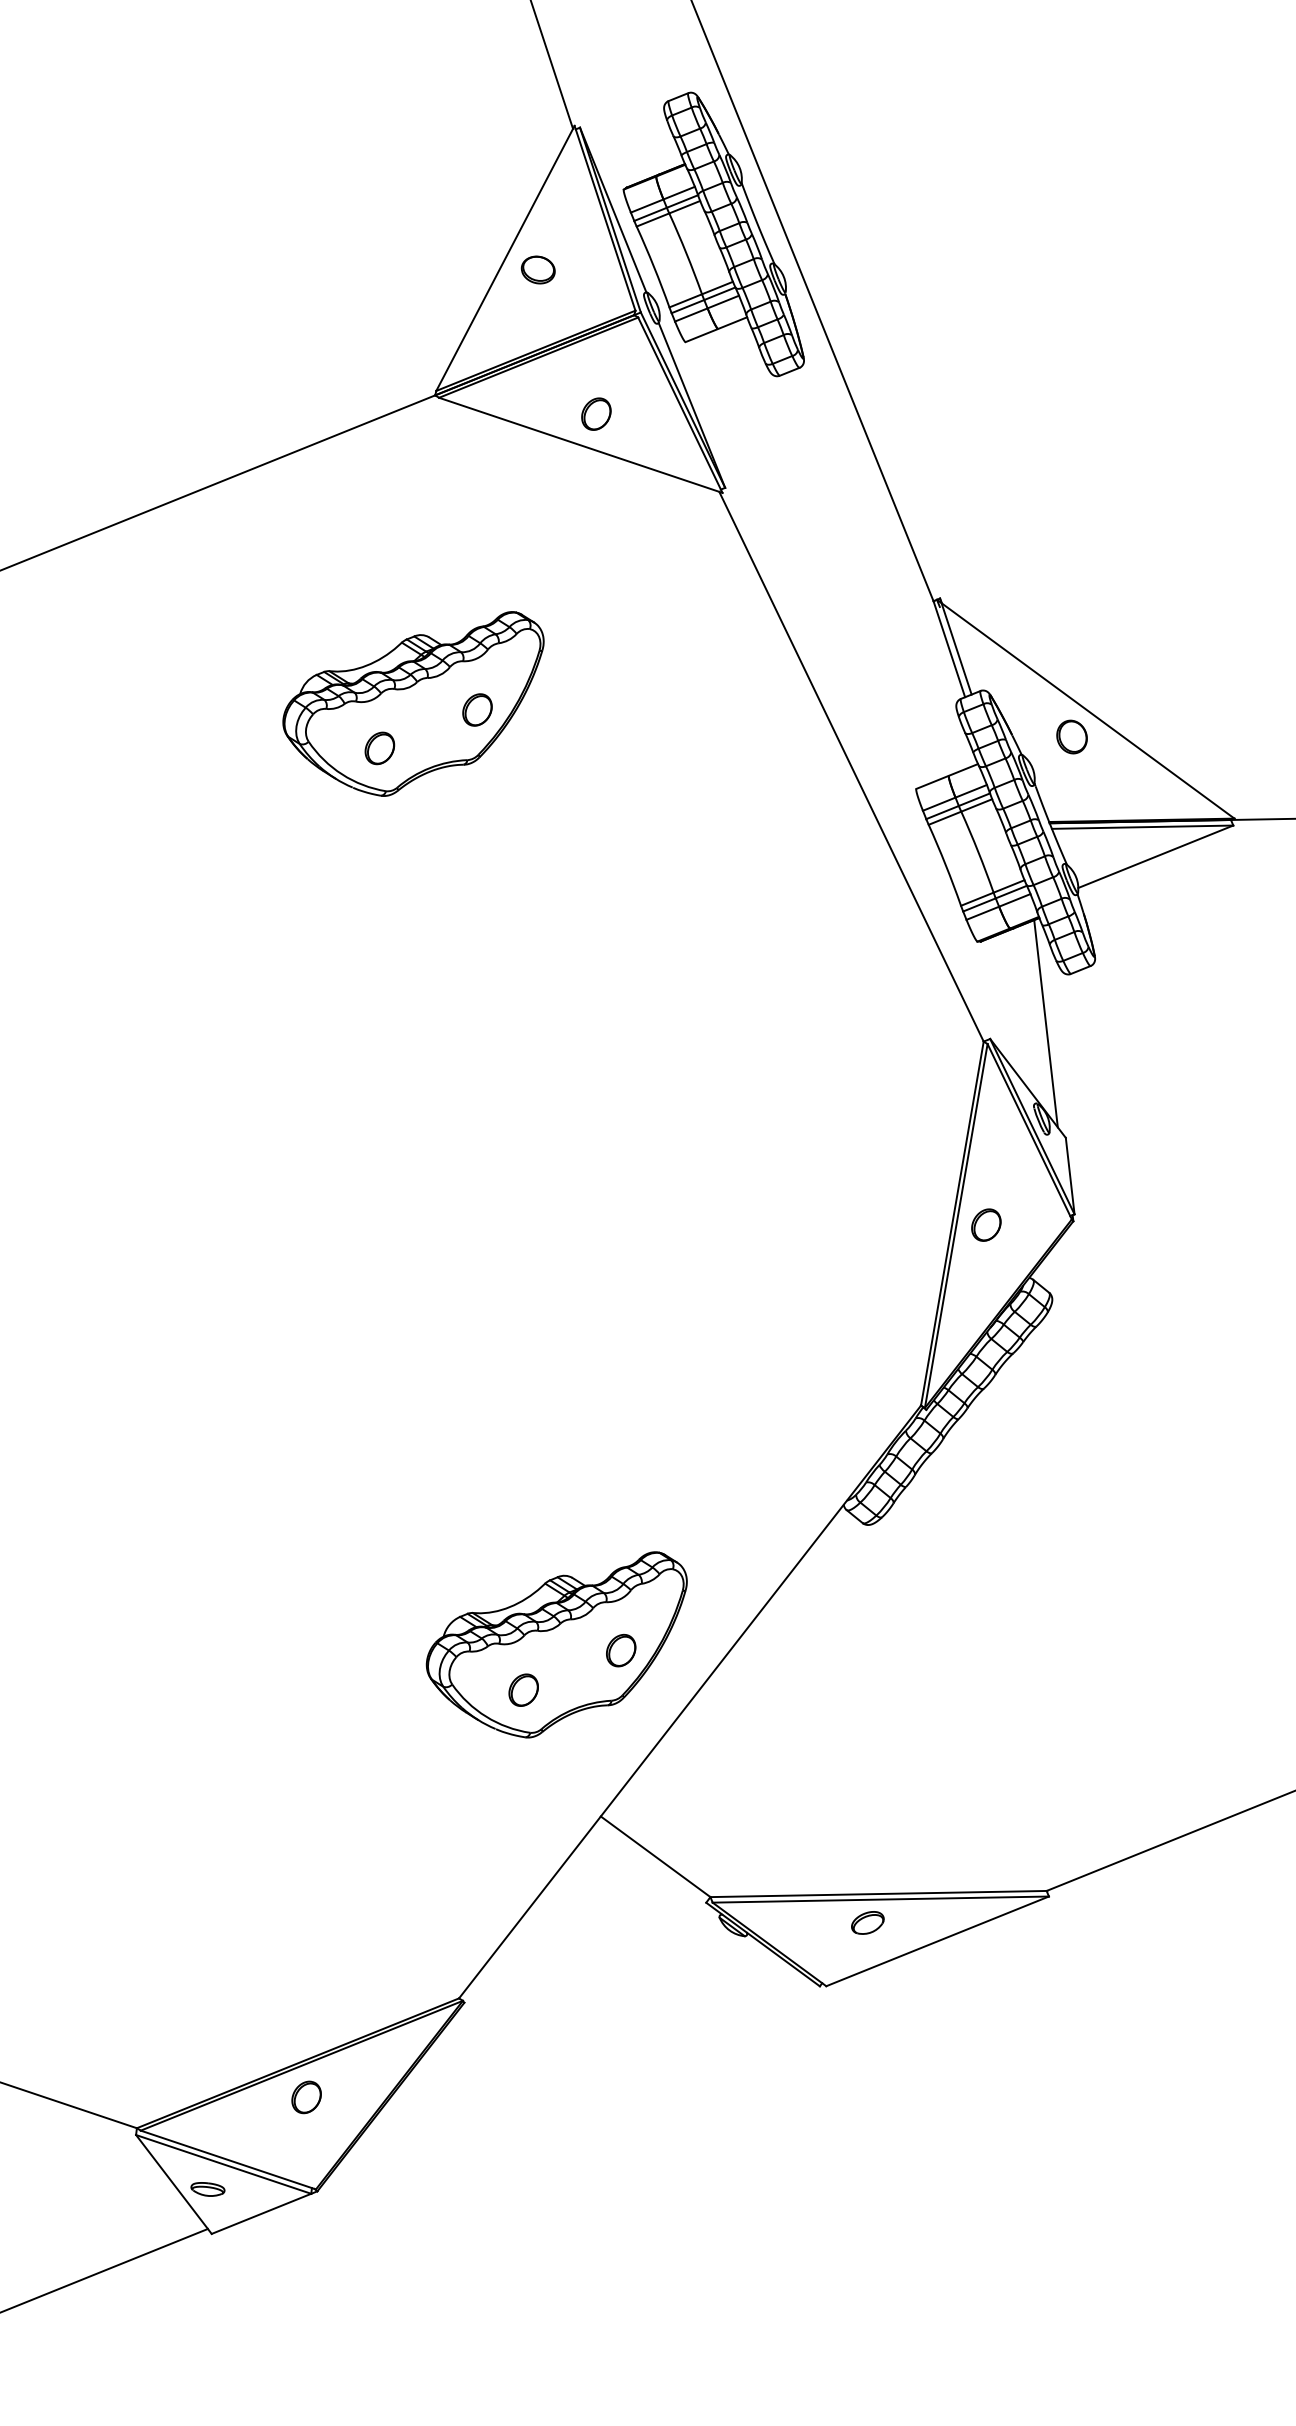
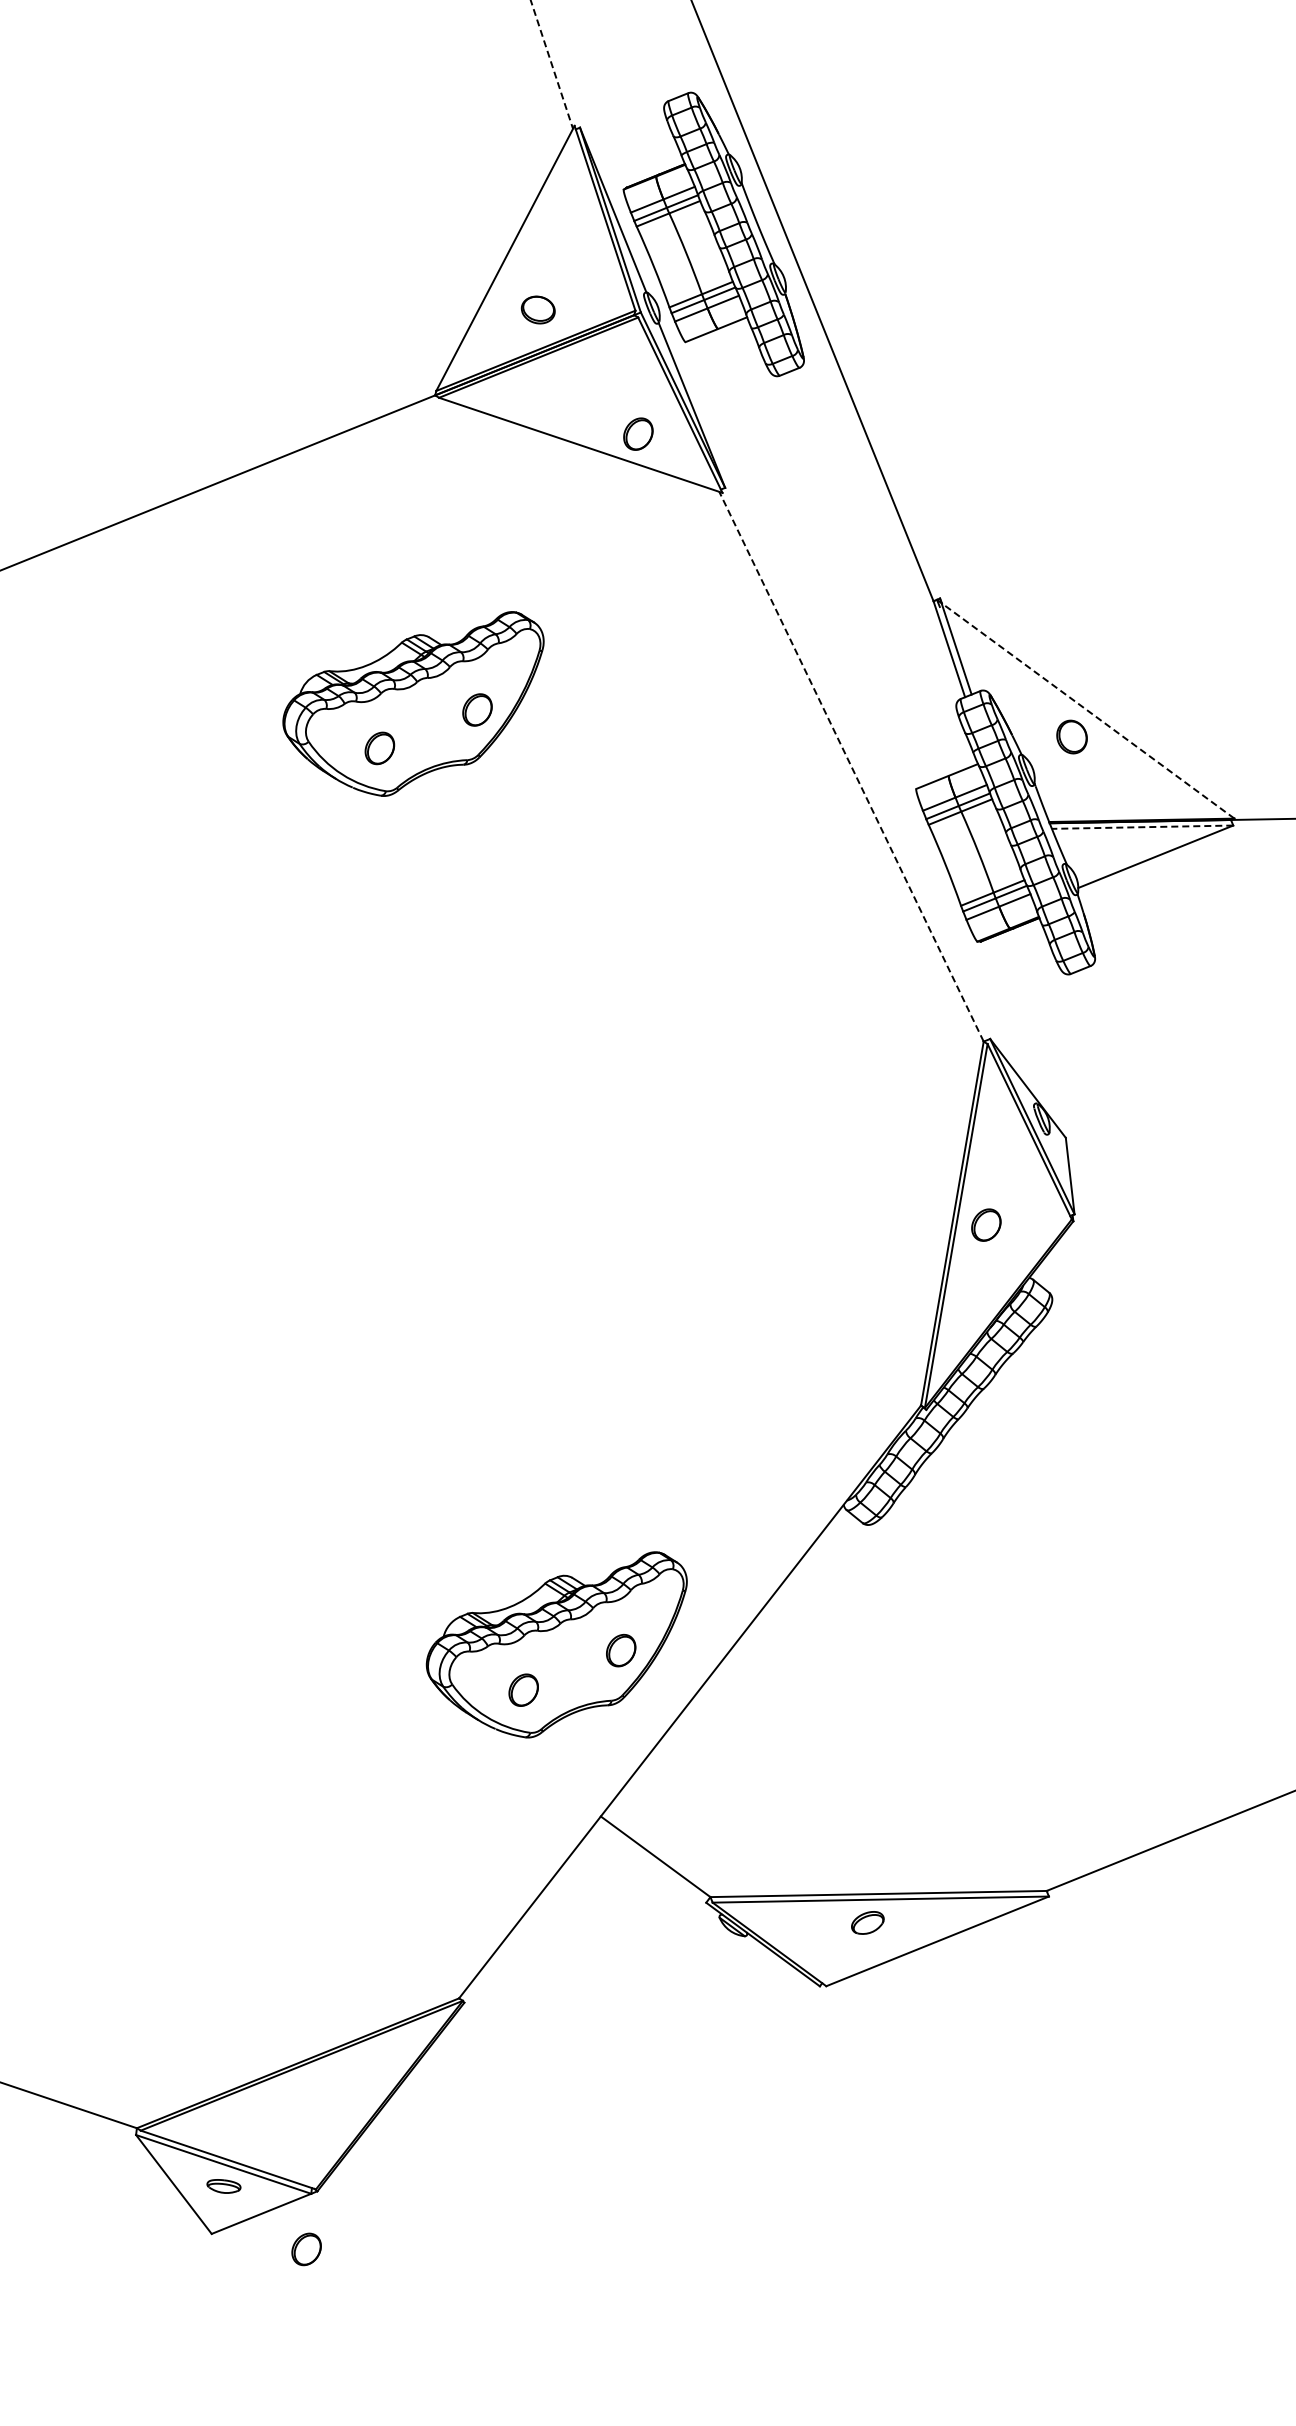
line at (552, 65): solid -> dashed
part at (537, 269) position: (537, 269) -> (537, 309)
part at (596, 413) position: (596, 413) -> (638, 433)
line at (1085, 709): solid -> dashed
line at (851, 766): solid -> dashed
line at (1142, 827): solid -> dashed
line at (1045, 1023): present -> none
part at (306, 2097) position: (306, 2097) -> (306, 2249)
part at (207, 2189) position: (207, 2189) -> (223, 2186)
line at (104, 2269): present -> none
